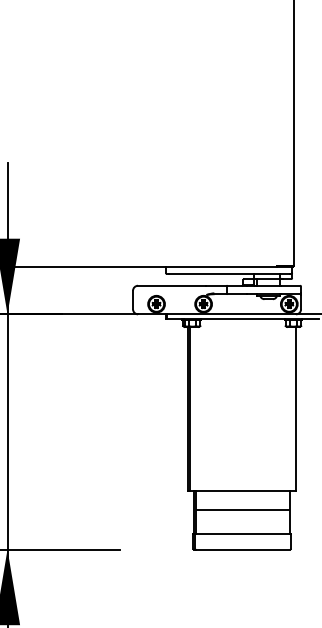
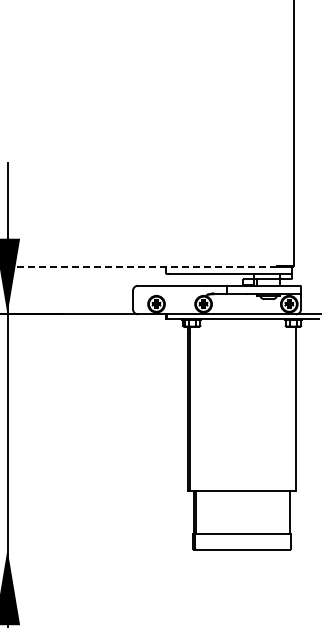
line at (137, 267): solid -> dashed
line at (242, 510): present -> none
line at (61, 549): present -> none
